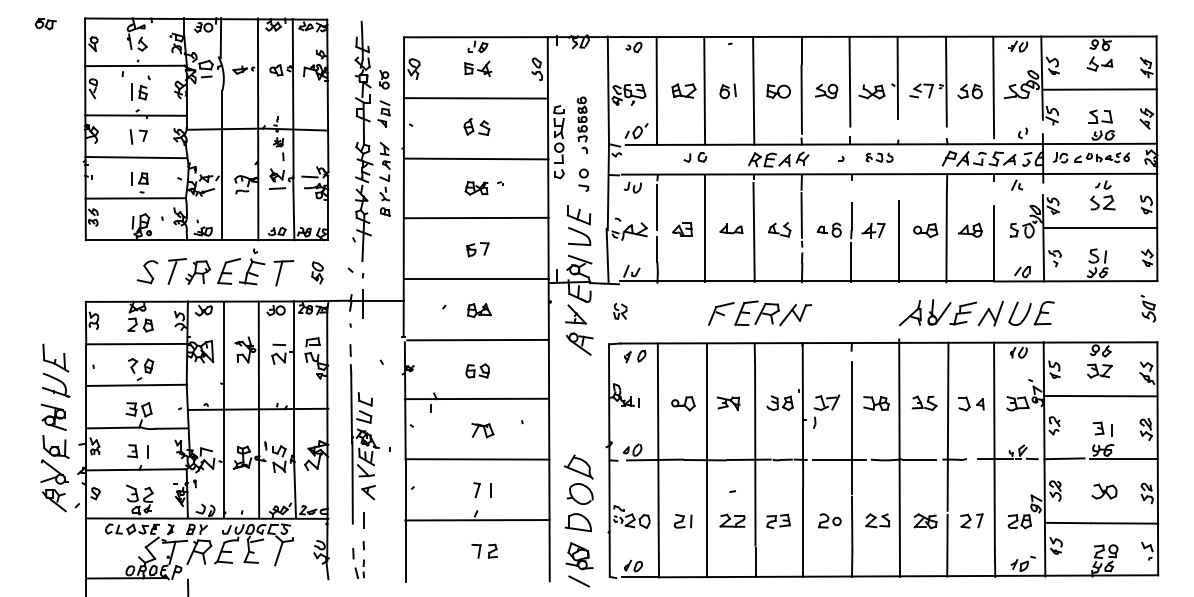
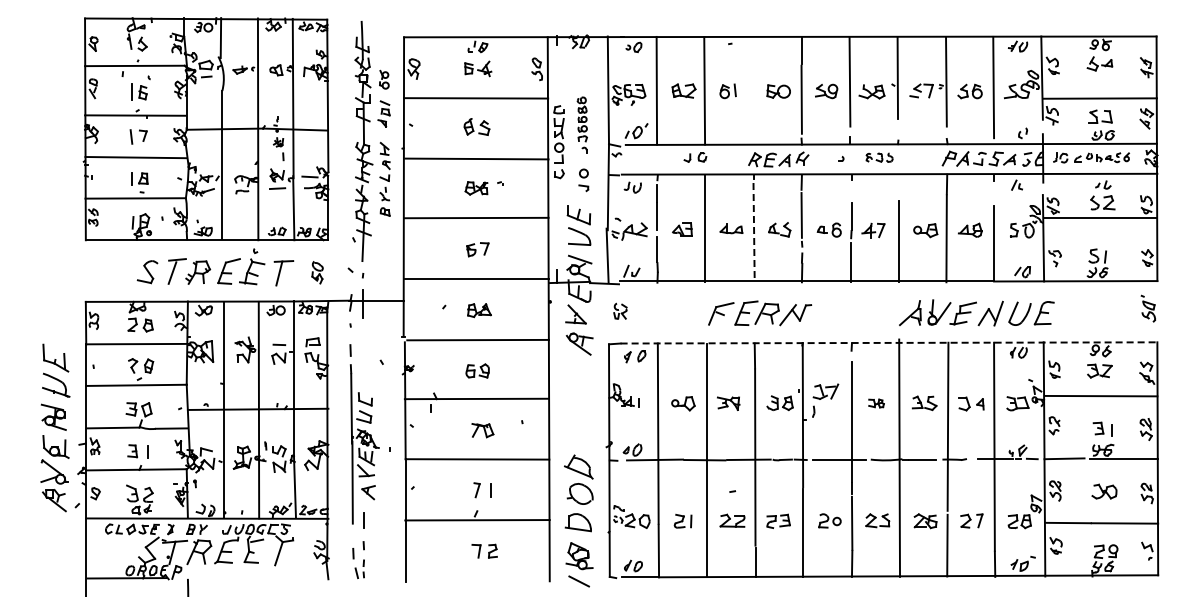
part at (45, 24): present -> none
line at (1099, 89) position: (1099, 89) -> (1099, 98)
line at (753, 90): present -> none
line at (1100, 227) position: (1100, 227) -> (1100, 217)
line at (754, 232): solid -> dashed
line at (889, 342): solid -> dashed
part at (876, 403) size: 27x15 px -> 17x11 px
part at (826, 411) position: (826, 411) -> (825, 400)
